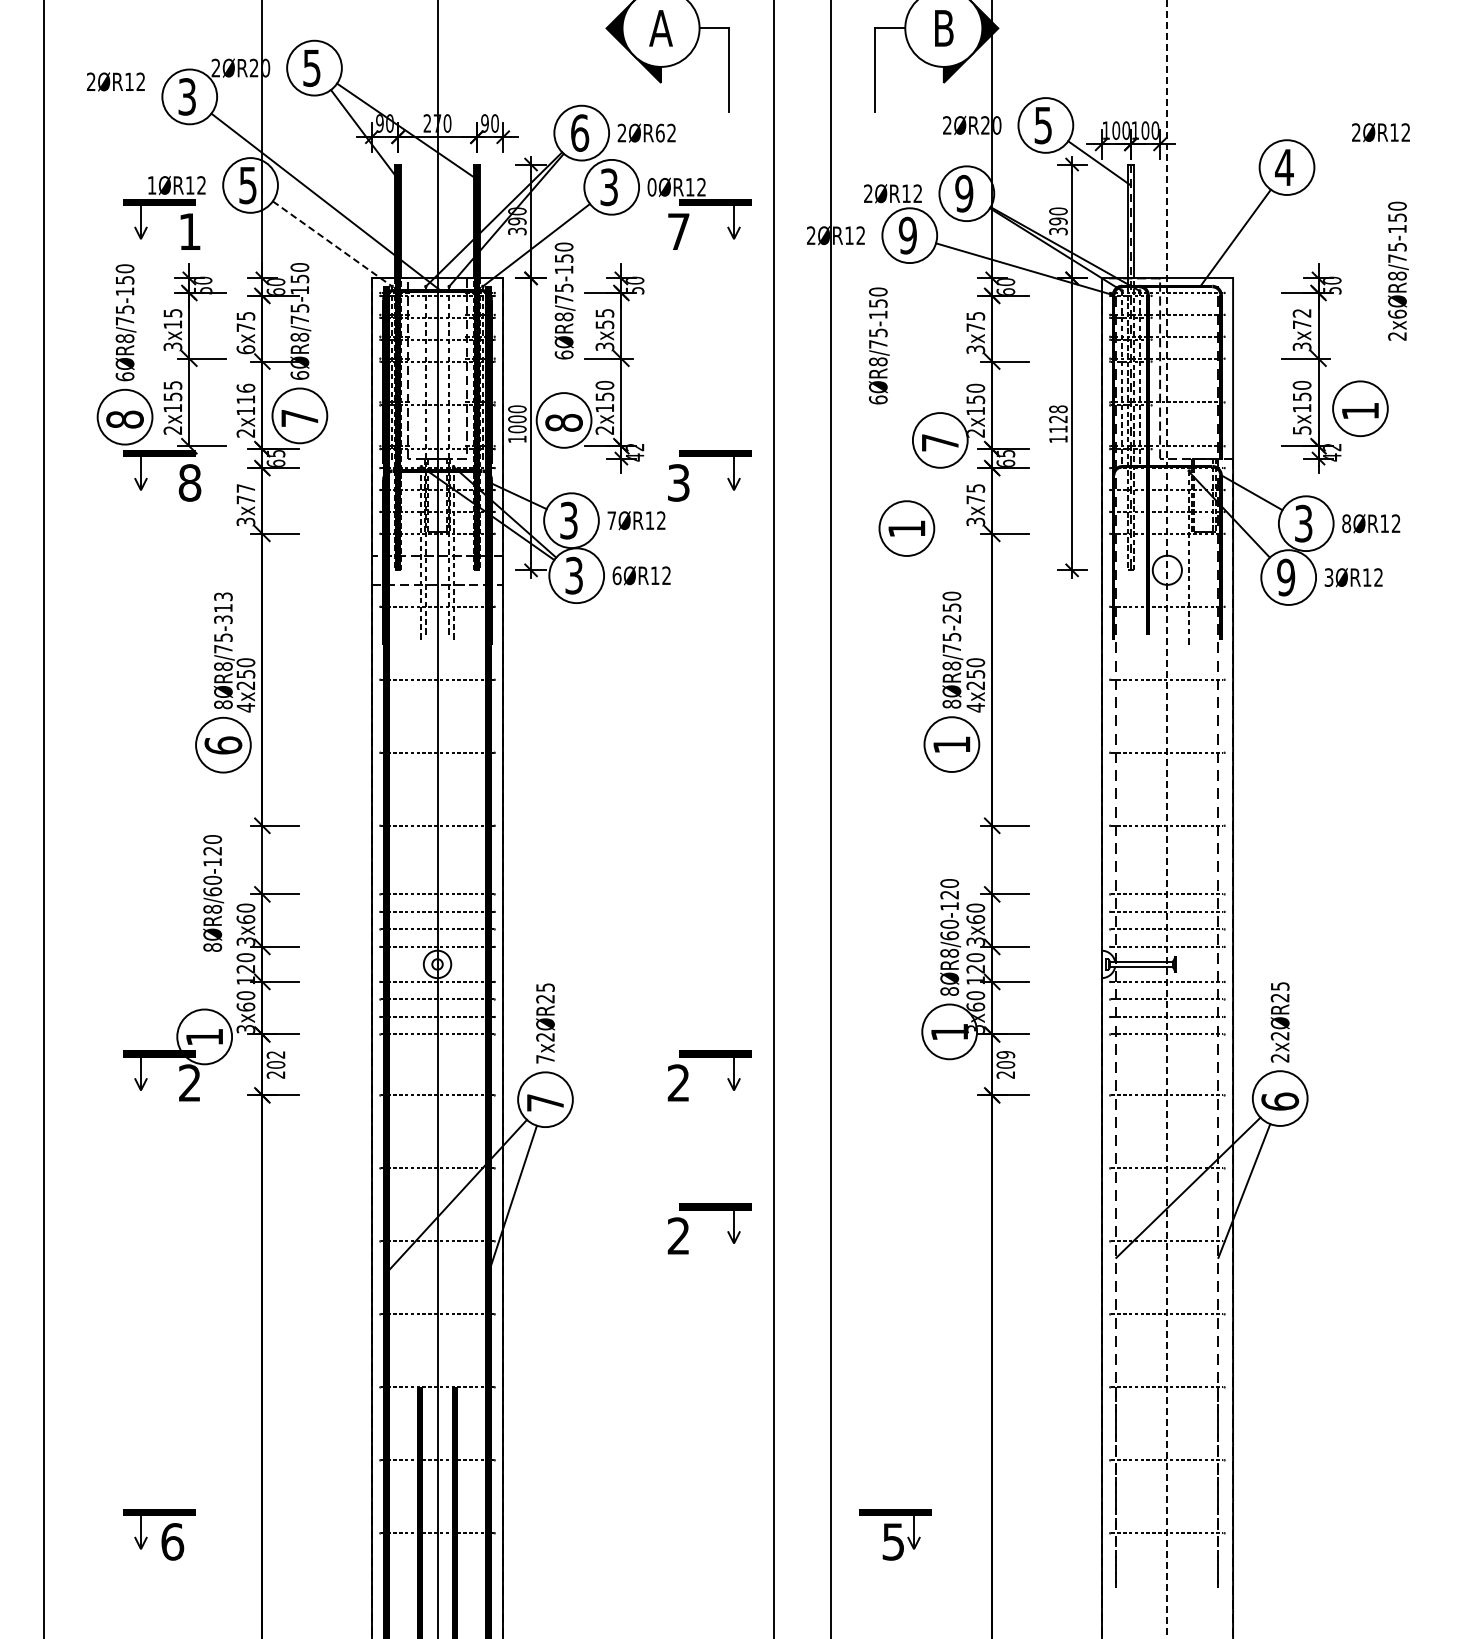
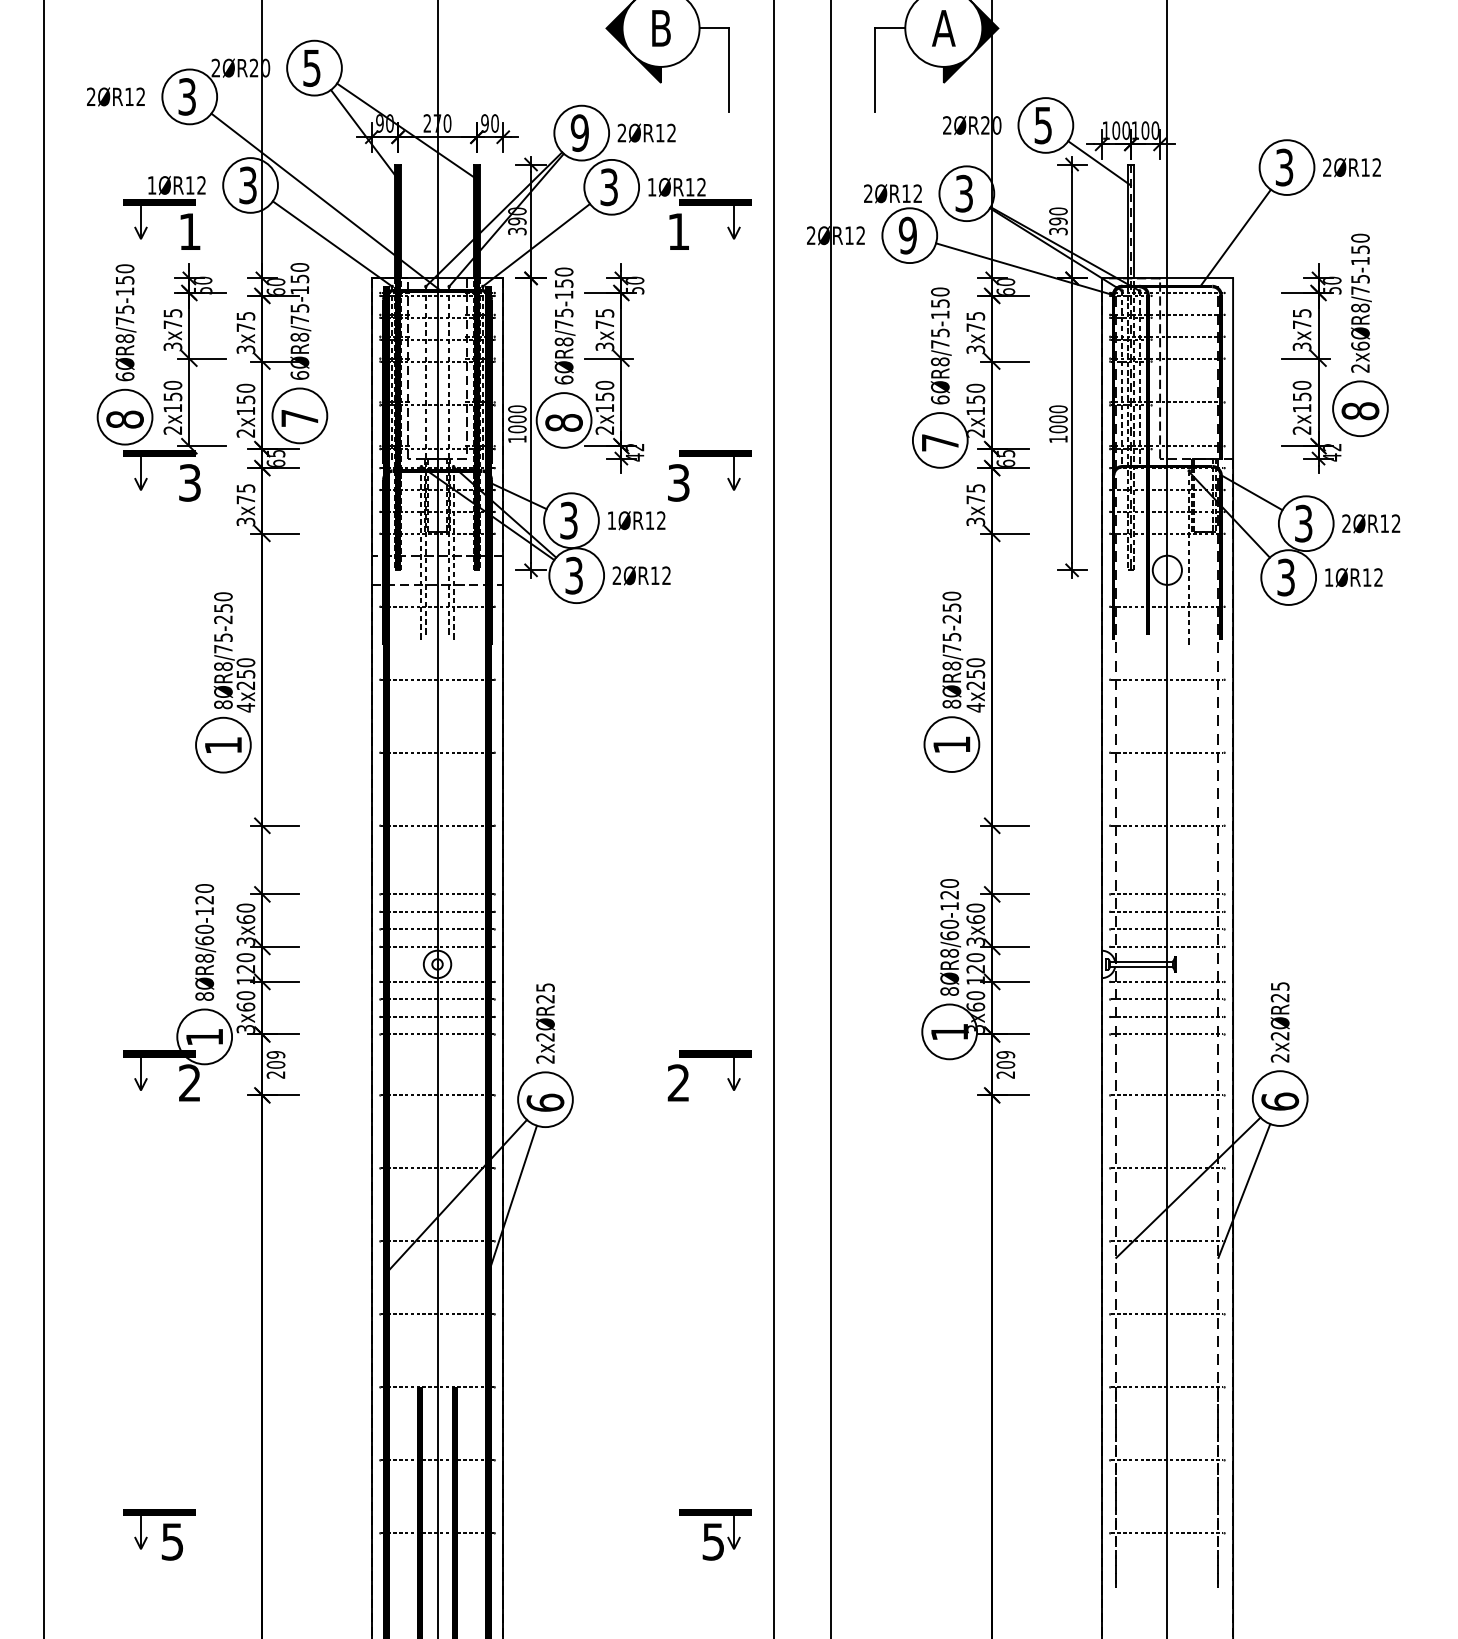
text at (660, 28): A -> B
text at (943, 28): B -> A
text at (115, 81) position: (115, 81) -> (115, 96)
text at (579, 132): 6 -> 9
text at (659, 132): 2ØR62 -> 2ØR12
text at (1380, 132) position: (1380, 132) -> (1351, 167)
text at (1284, 167): 4 -> 3
text at (248, 184): 5 -> 3
text at (651, 187): 0ØR12 -> 1ØR12
text at (964, 193): 9 -> 3
text at (678, 231): 7 -> 1
line at (332, 244): dashed -> solid
text at (1398, 270) position: (1398, 270) -> (1361, 302)
text at (564, 300) position: (564, 300) -> (564, 325)
text at (1301, 313): 3x72 -> 3x75
text at (172, 324): 3x15 -> 3x75
text at (604, 324): 3x55 -> 3x75
text at (878, 345) position: (878, 345) -> (940, 345)
text at (245, 349): 6x75 -> 3x75
text at (172, 384): 2x155 -> 2x150
text at (245, 393): 2x116 -> 2x150
text at (1360, 411): 1 -> 8
text at (1058, 419): 1128 -> 1000
text at (1301, 430): 5x150 -> 2x150
text at (189, 482): 8 -> 3
text at (245, 488): 3x77 -> 3x75
text at (611, 520): 7ØR12 -> 1ØR12
text at (1346, 523): 8ØR12 -> 2ØR12
part at (906, 528): present -> none
text at (616, 575): 6ØR12 -> 2ØR12
text at (1286, 577): 9 -> 3
text at (1328, 577): 3ØR12 -> 1ØR12
text at (223, 607): 8ØR8/75-313 -> 8ØR8/75-250
text at (223, 745): 6 -> 1
line at (1167, 819): dashed -> solid
text at (213, 893) position: (213, 893) -> (205, 942)
text at (275, 1054): 202 -> 209
text at (545, 1059): 7x2ØR25 -> 2x2ØR25
text at (545, 1102): 7 -> 6
part at (709, 1210): present -> none
part at (895, 1534) position: (895, 1534) -> (715, 1534)
text at (172, 1541): 6 -> 5
